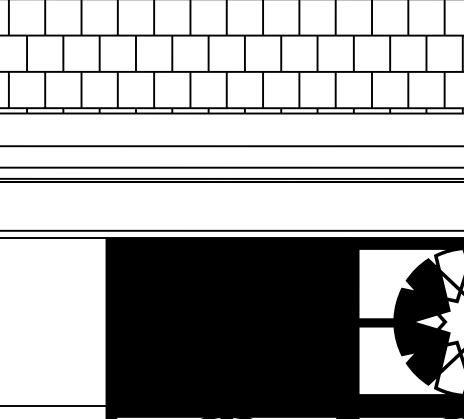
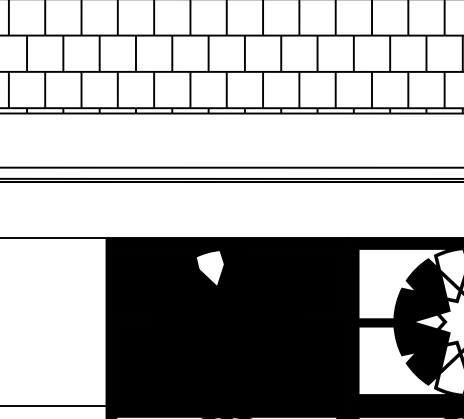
line at (231, 146): present -> none
line at (231, 230): present -> none
fill at (209, 268): present -> none
